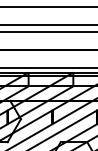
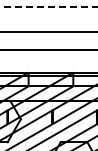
line at (48, 7): solid -> dashed
line at (48, 24): present -> none
line at (48, 68): present -> none
